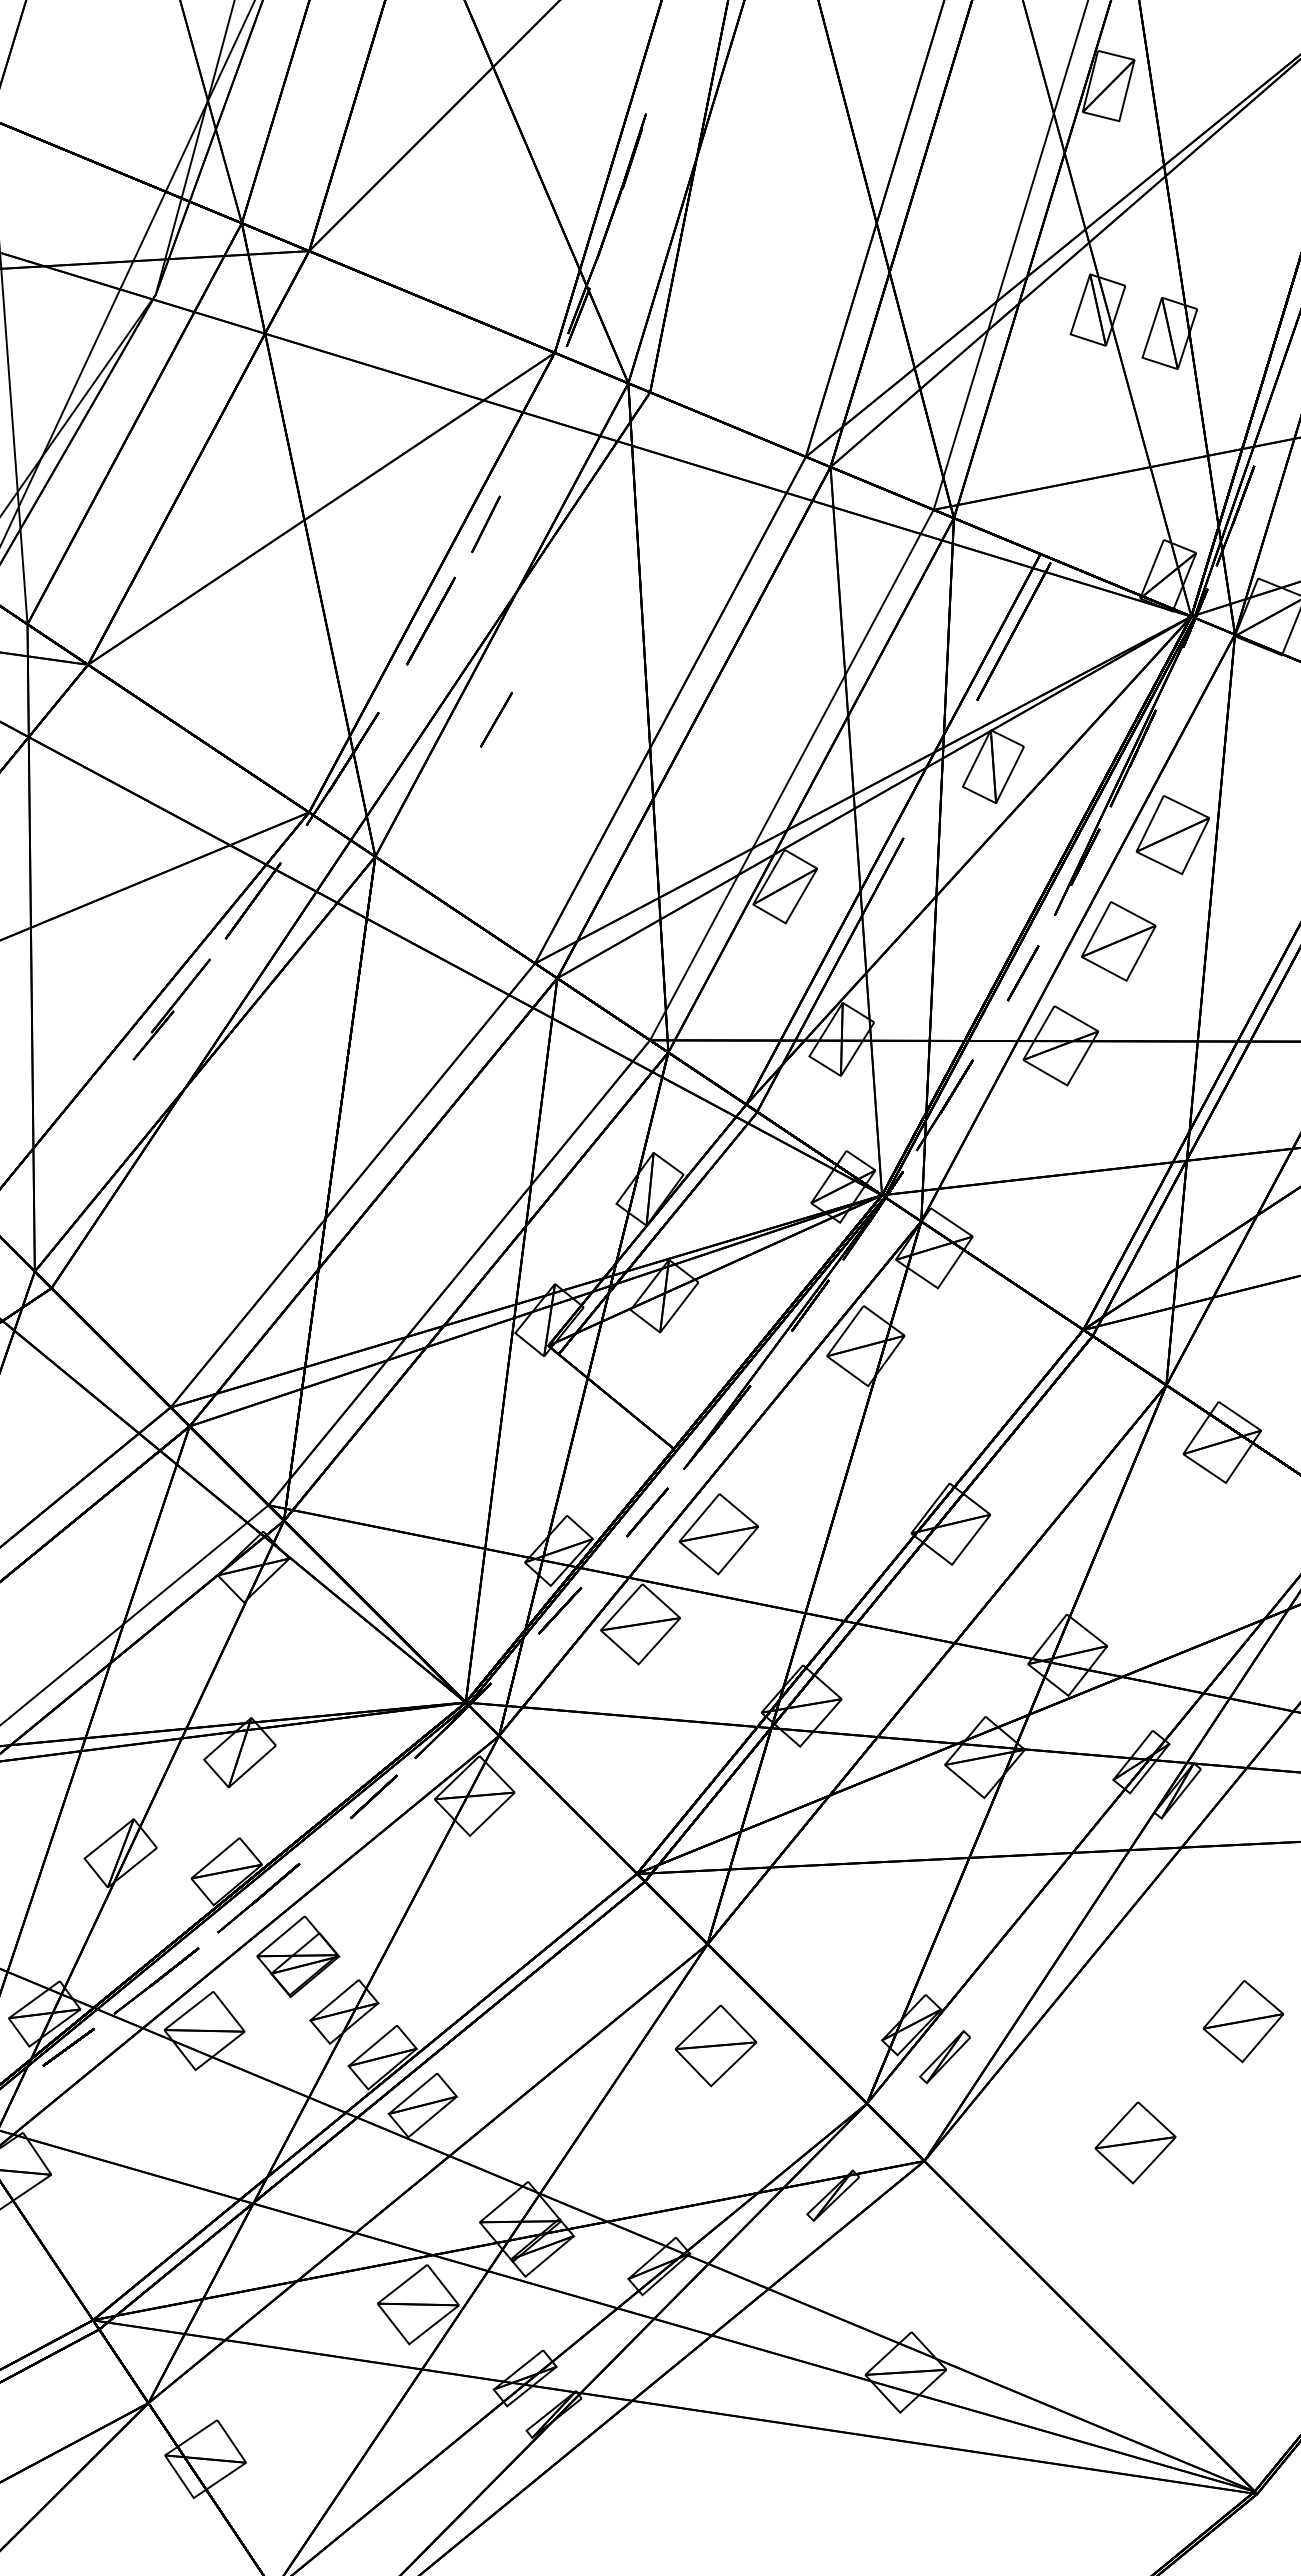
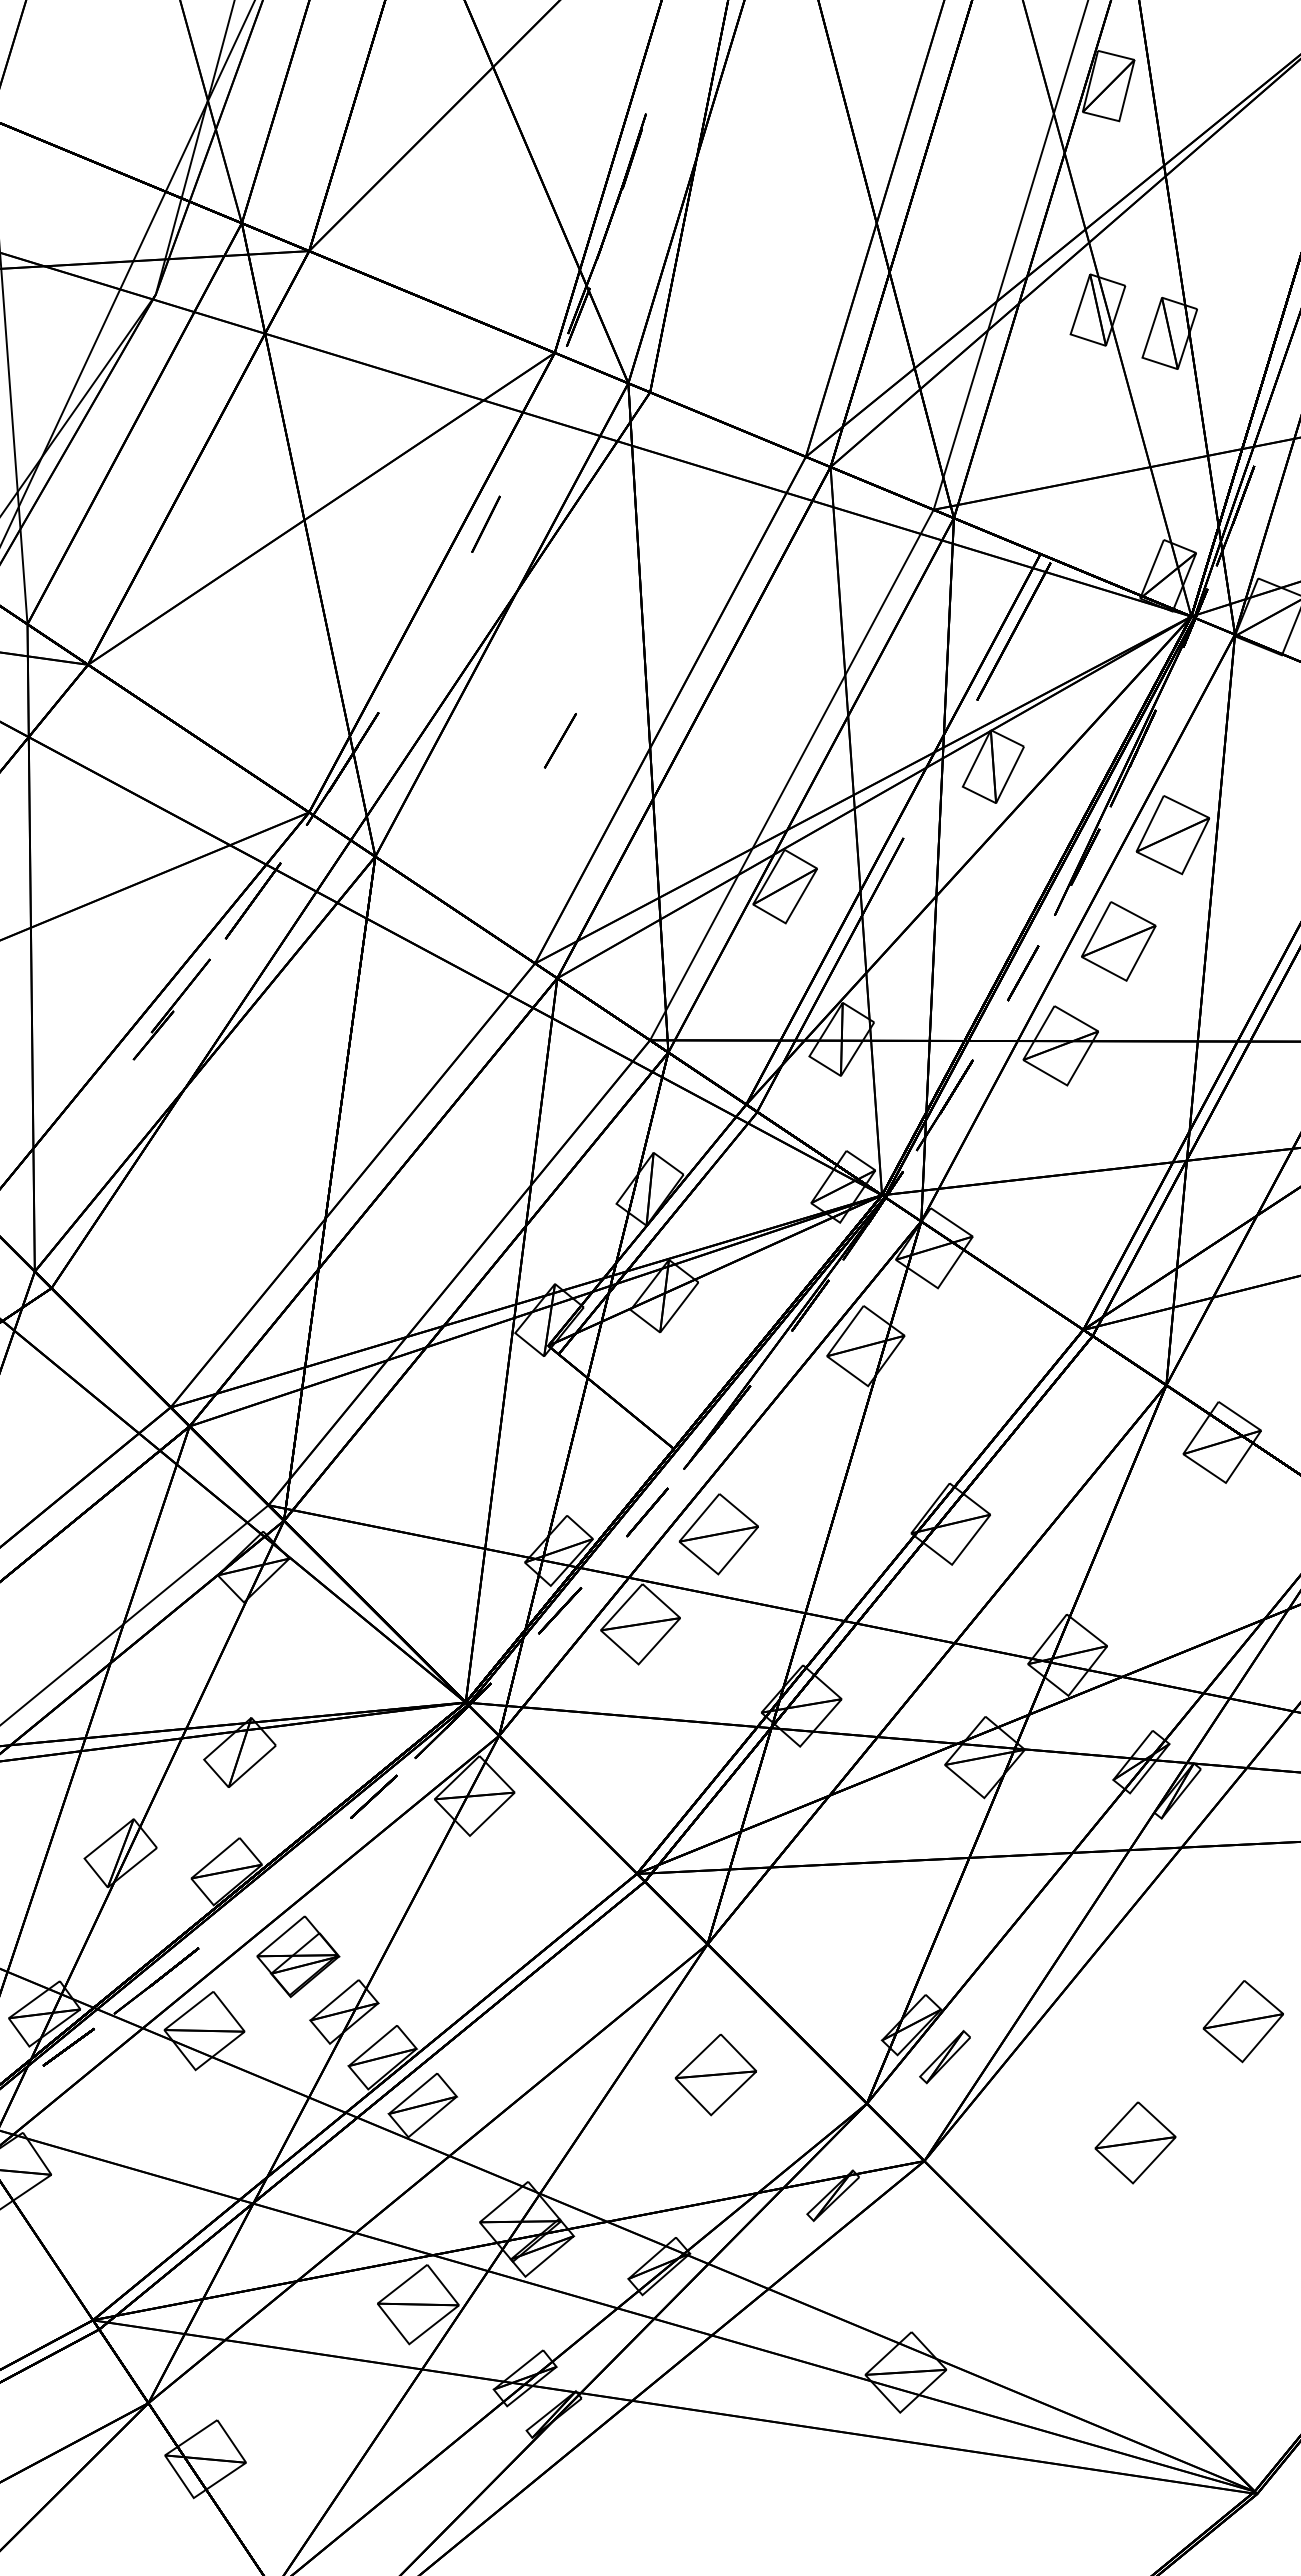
line at (430, 620): present -> none
line at (496, 719) position: (496, 719) -> (560, 740)
line at (258, 1898): present -> none
part at (715, 2046) position: (715, 2046) -> (715, 2075)
